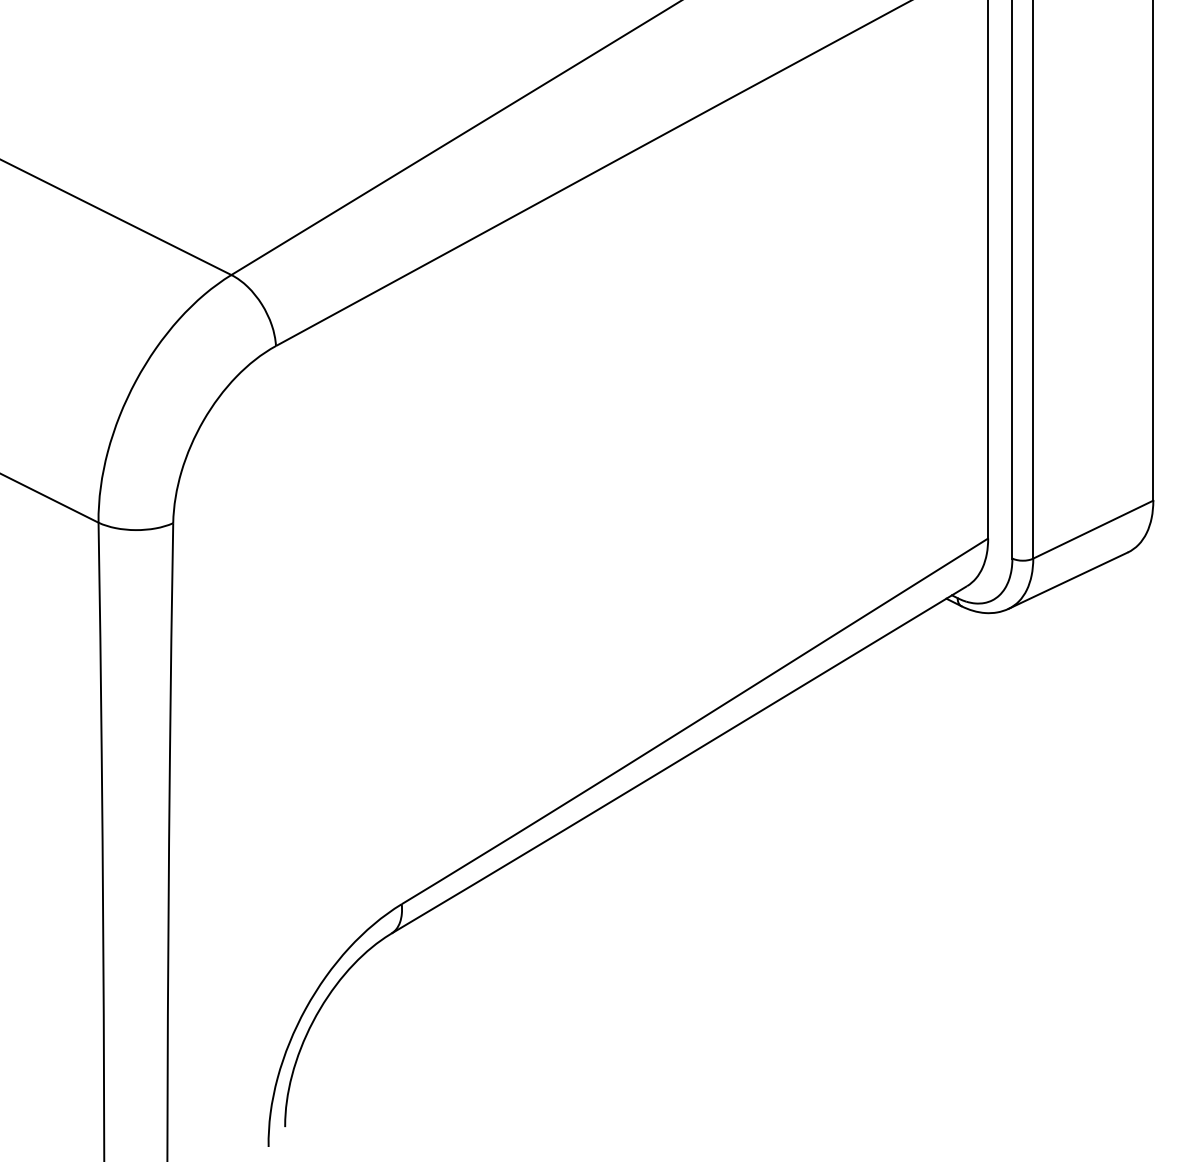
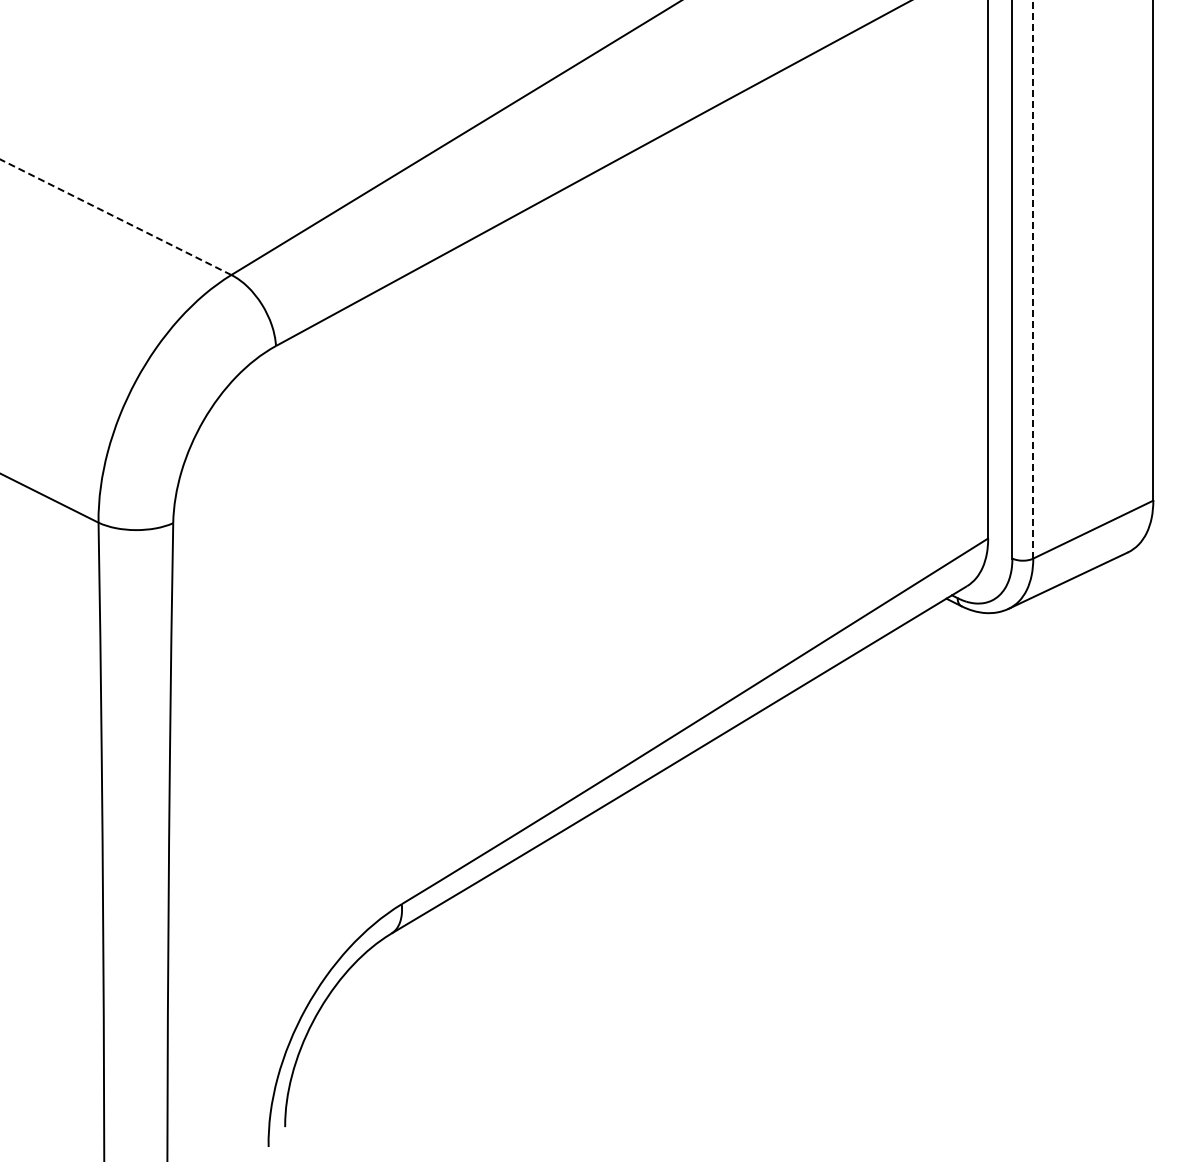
line at (116, 217): solid -> dashed
line at (1033, 278): solid -> dashed
